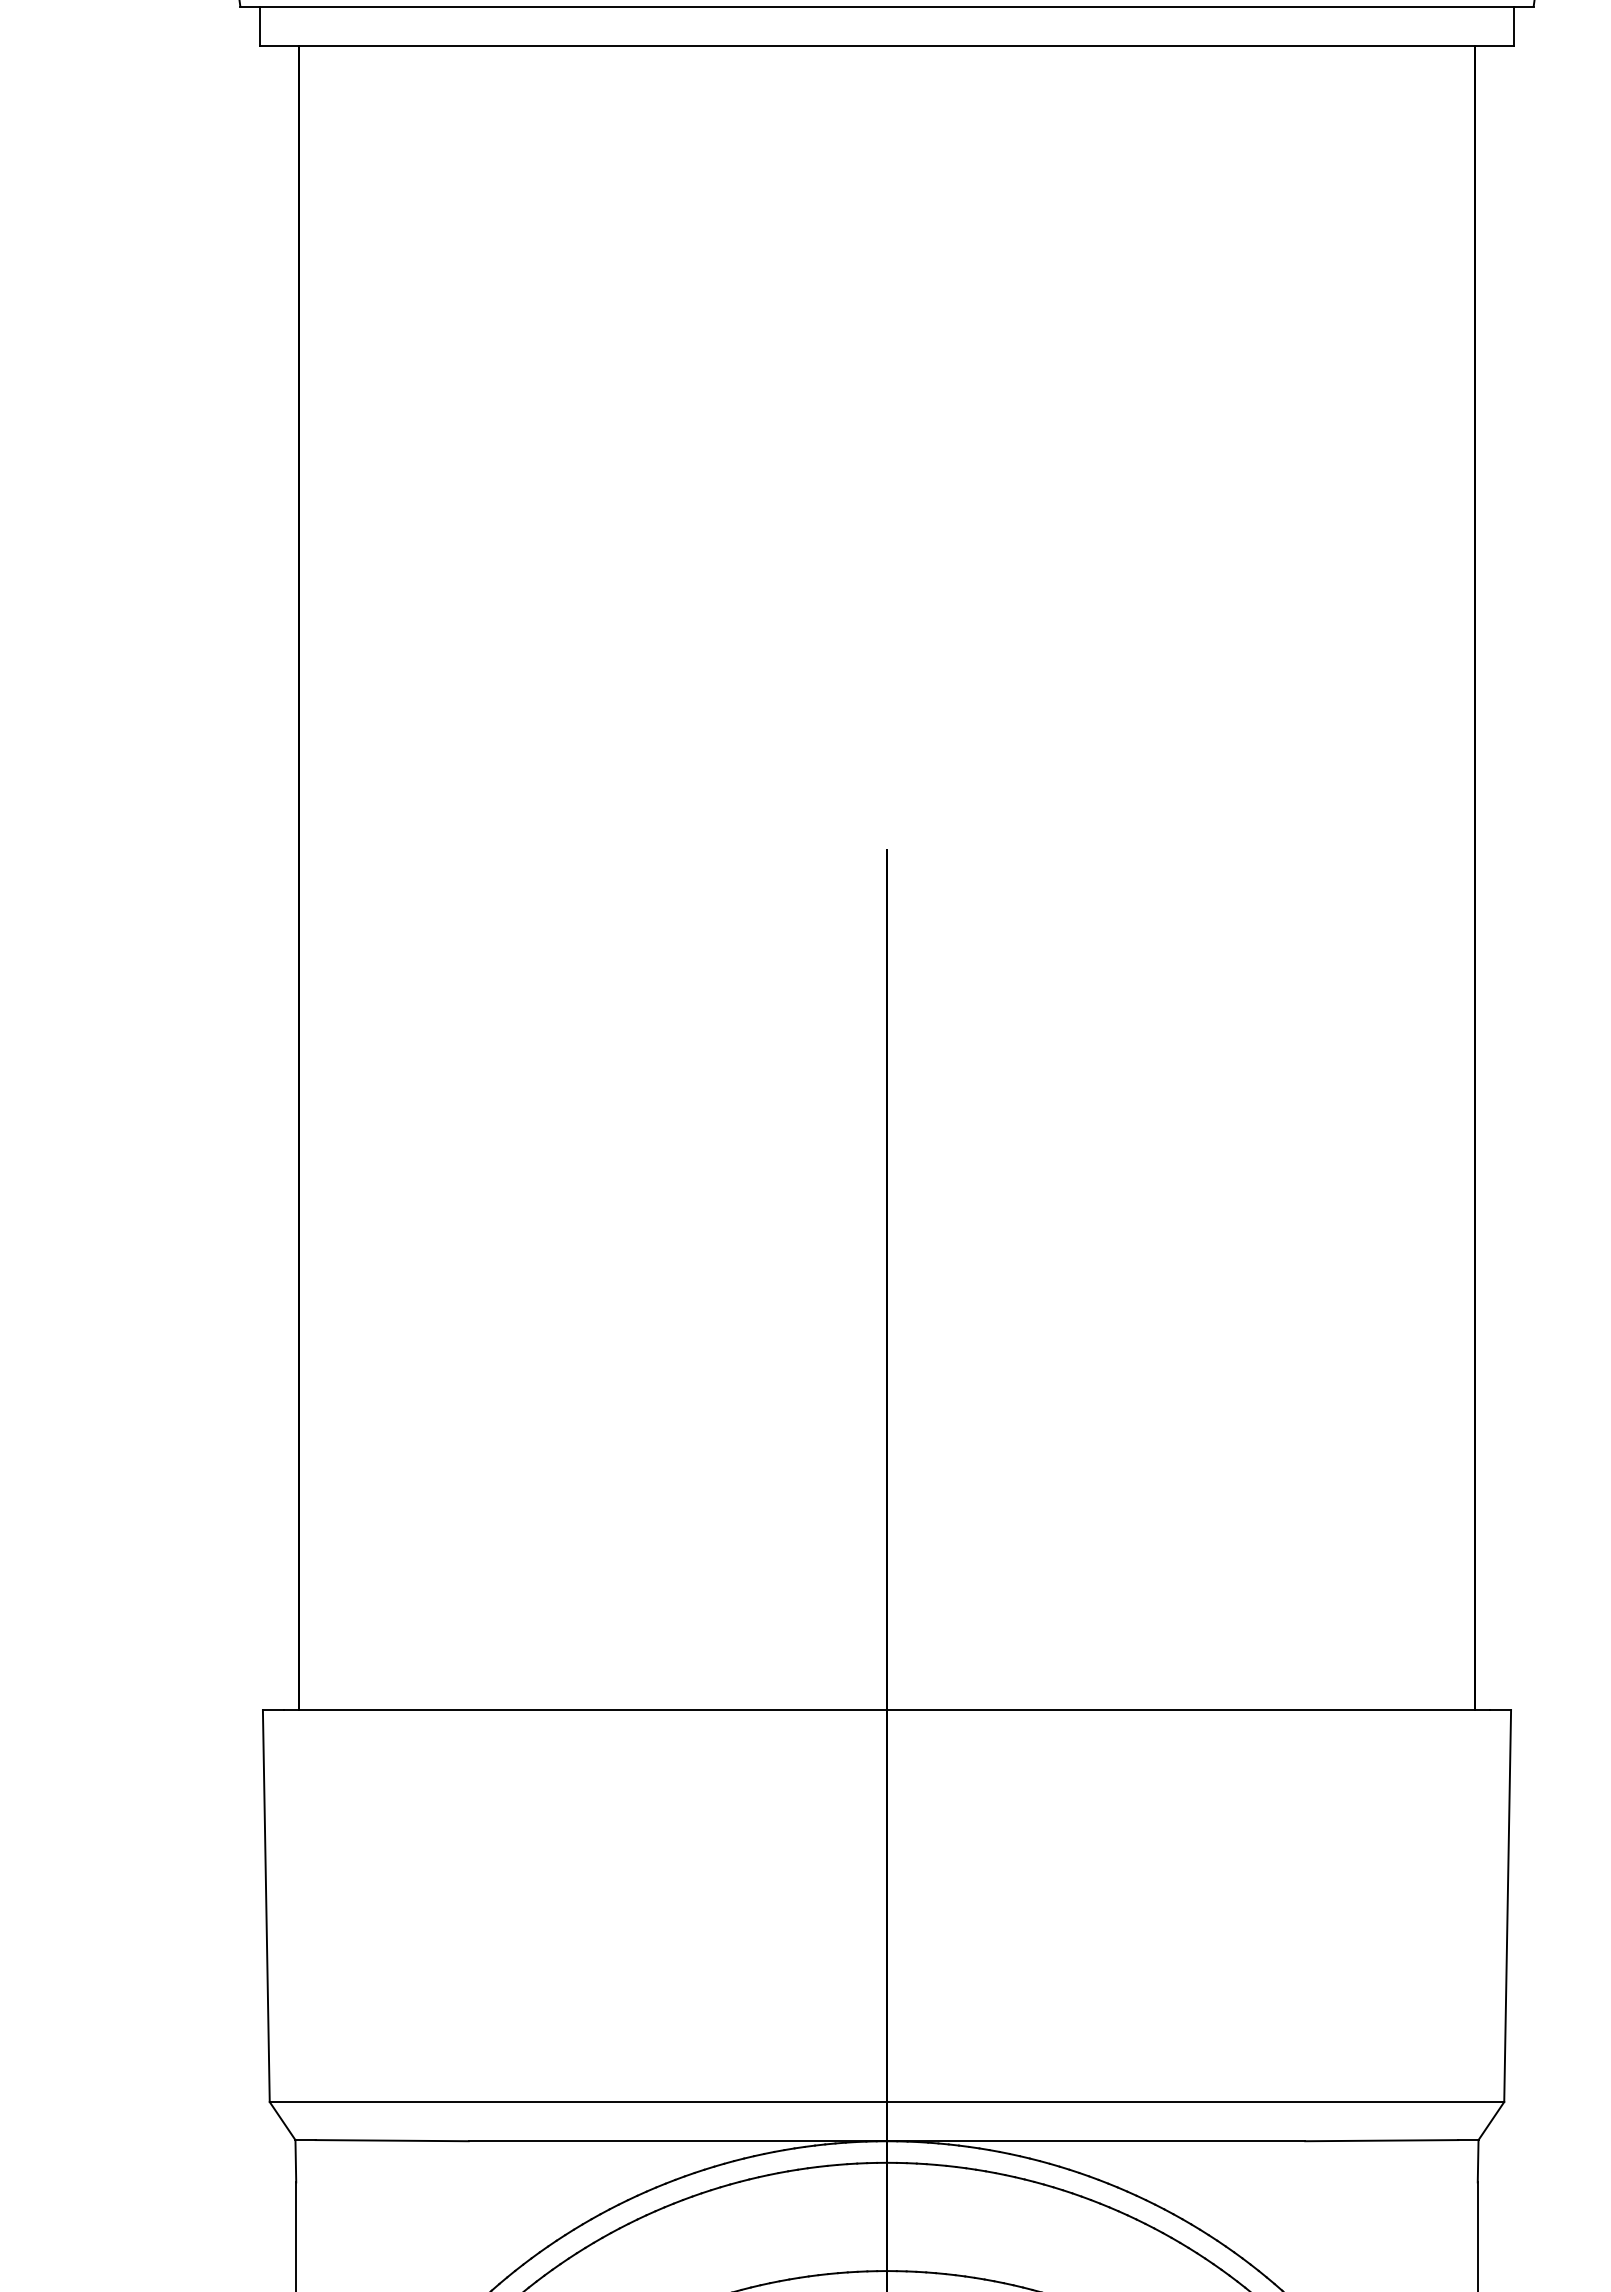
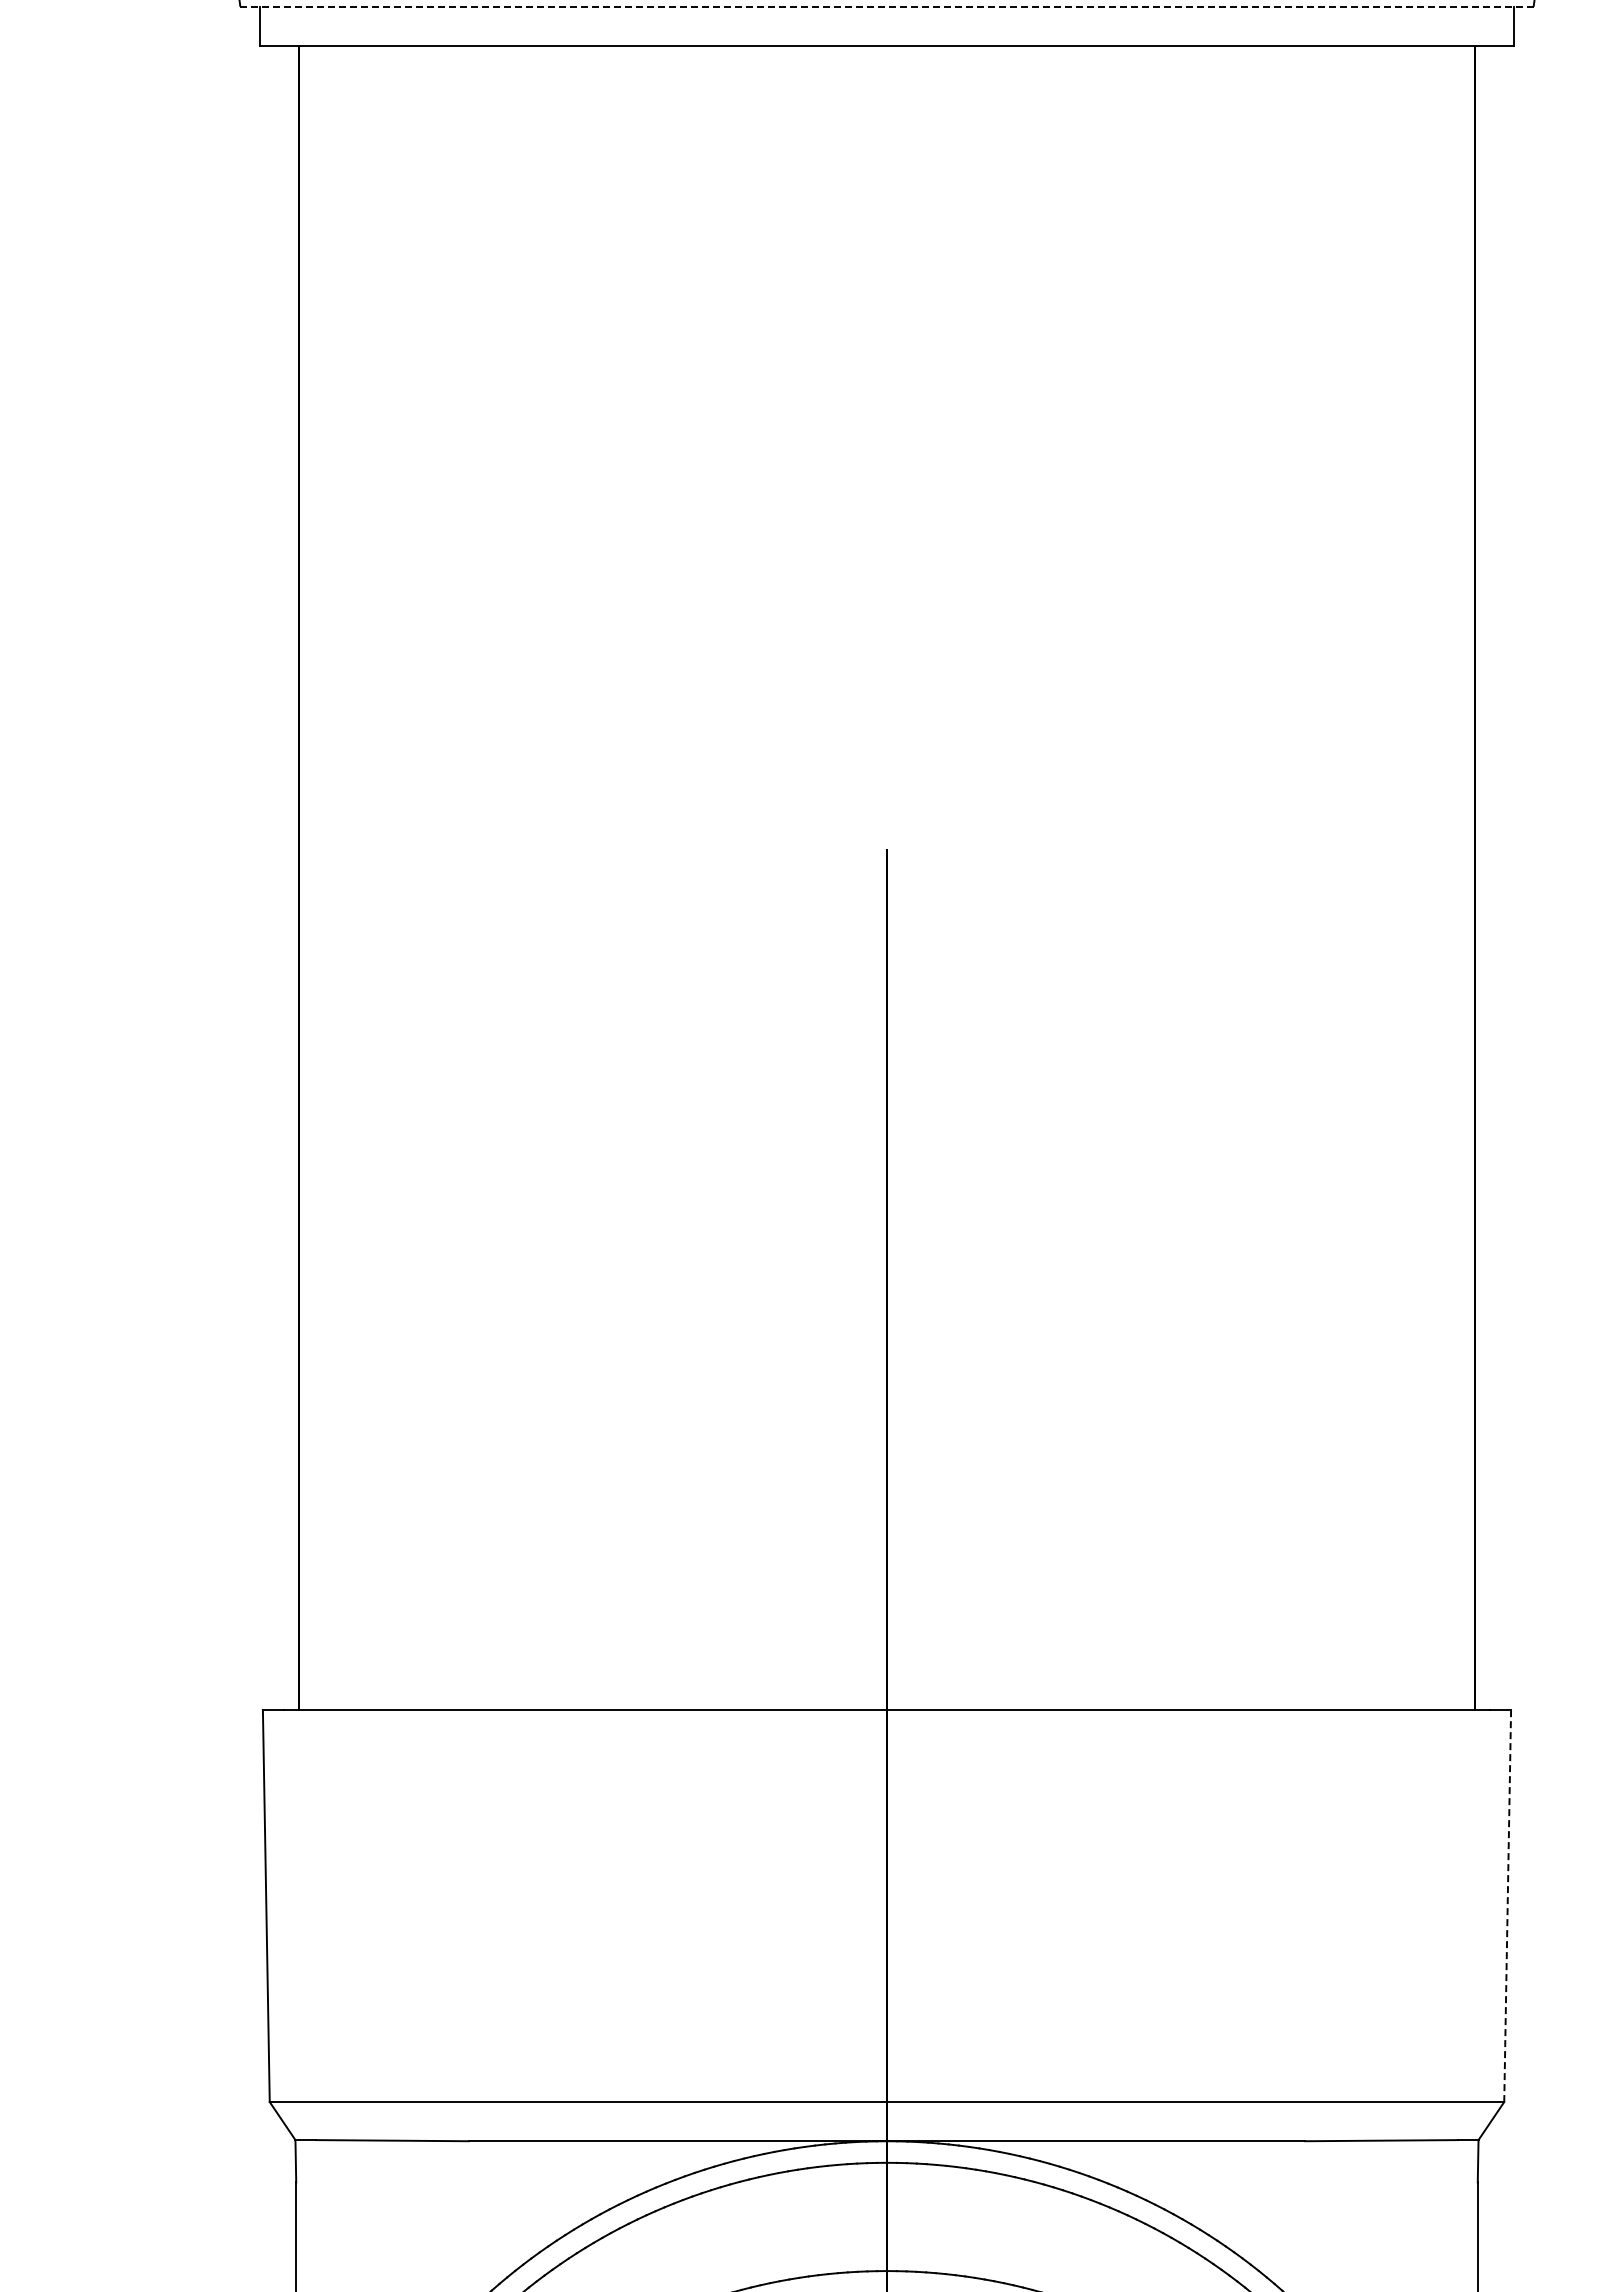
line at (887, 6): solid -> dashed
line at (1507, 1906): solid -> dashed
